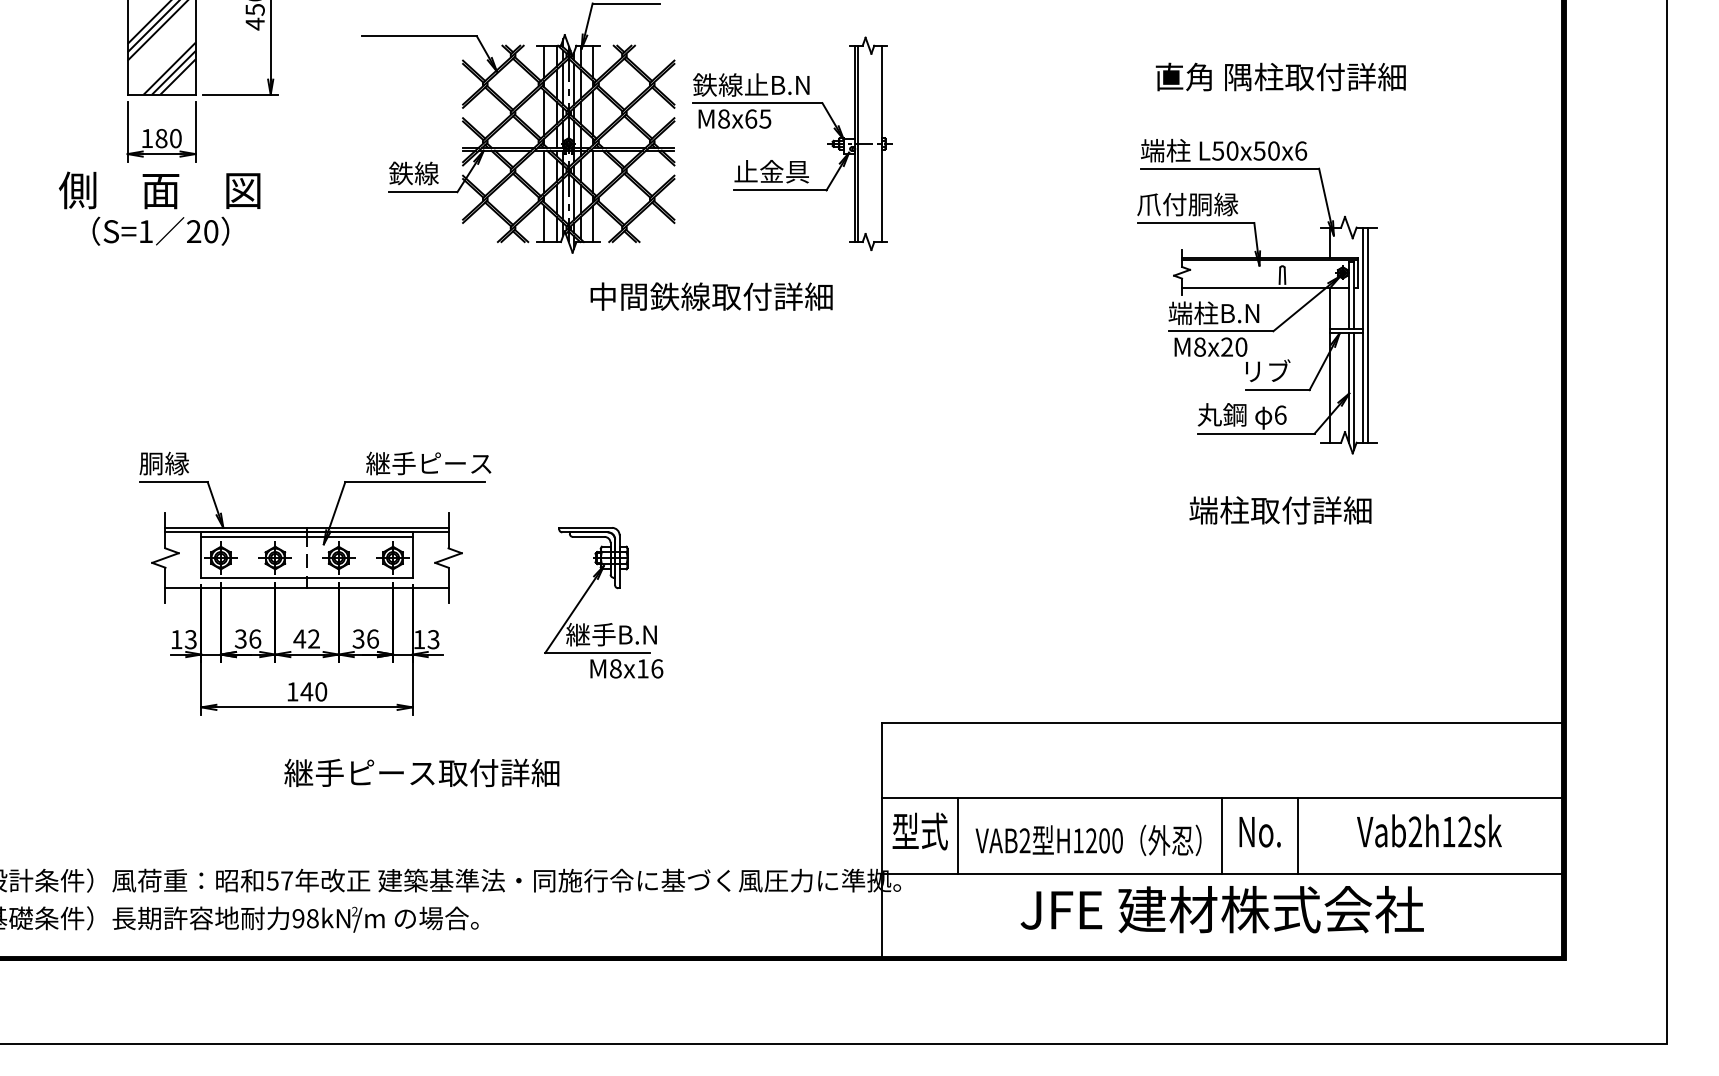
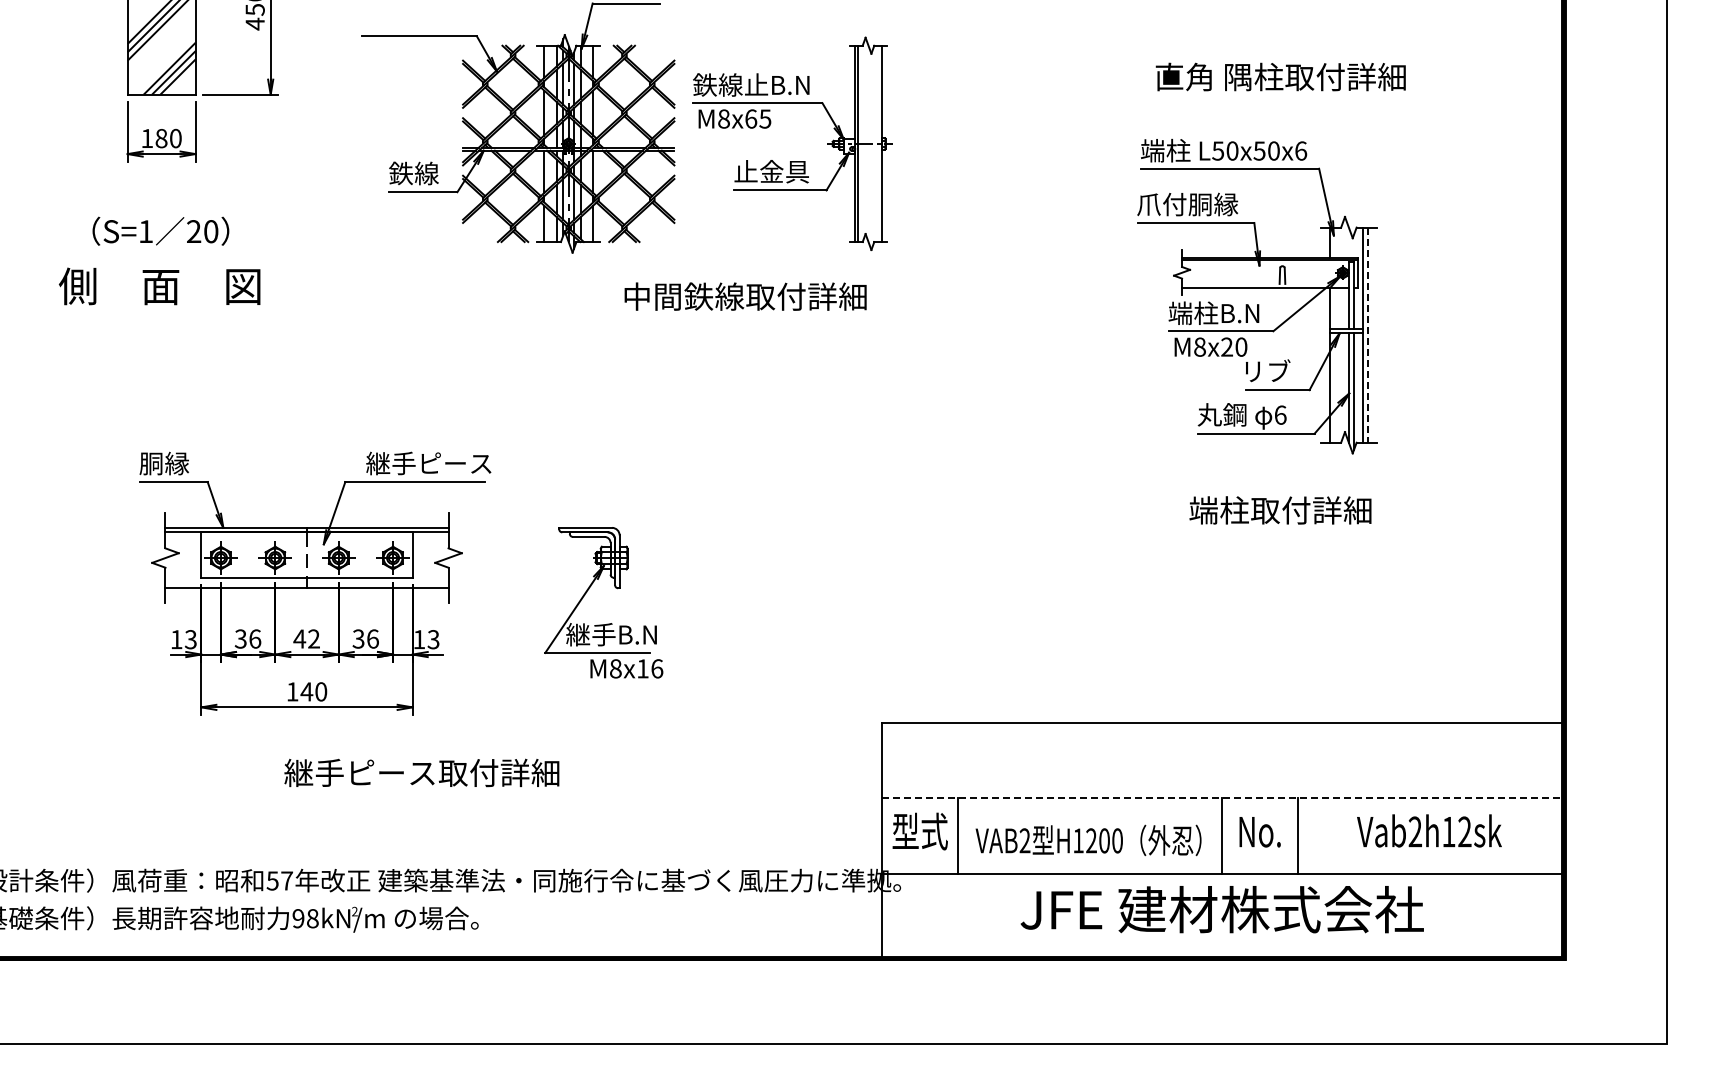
text at (159, 190) position: (159, 190) -> (159, 286)
text at (711, 296) position: (711, 296) -> (745, 296)
line at (1367, 335): solid -> dashed
line at (306, 536): present -> none
line at (1222, 798): solid -> dashed
